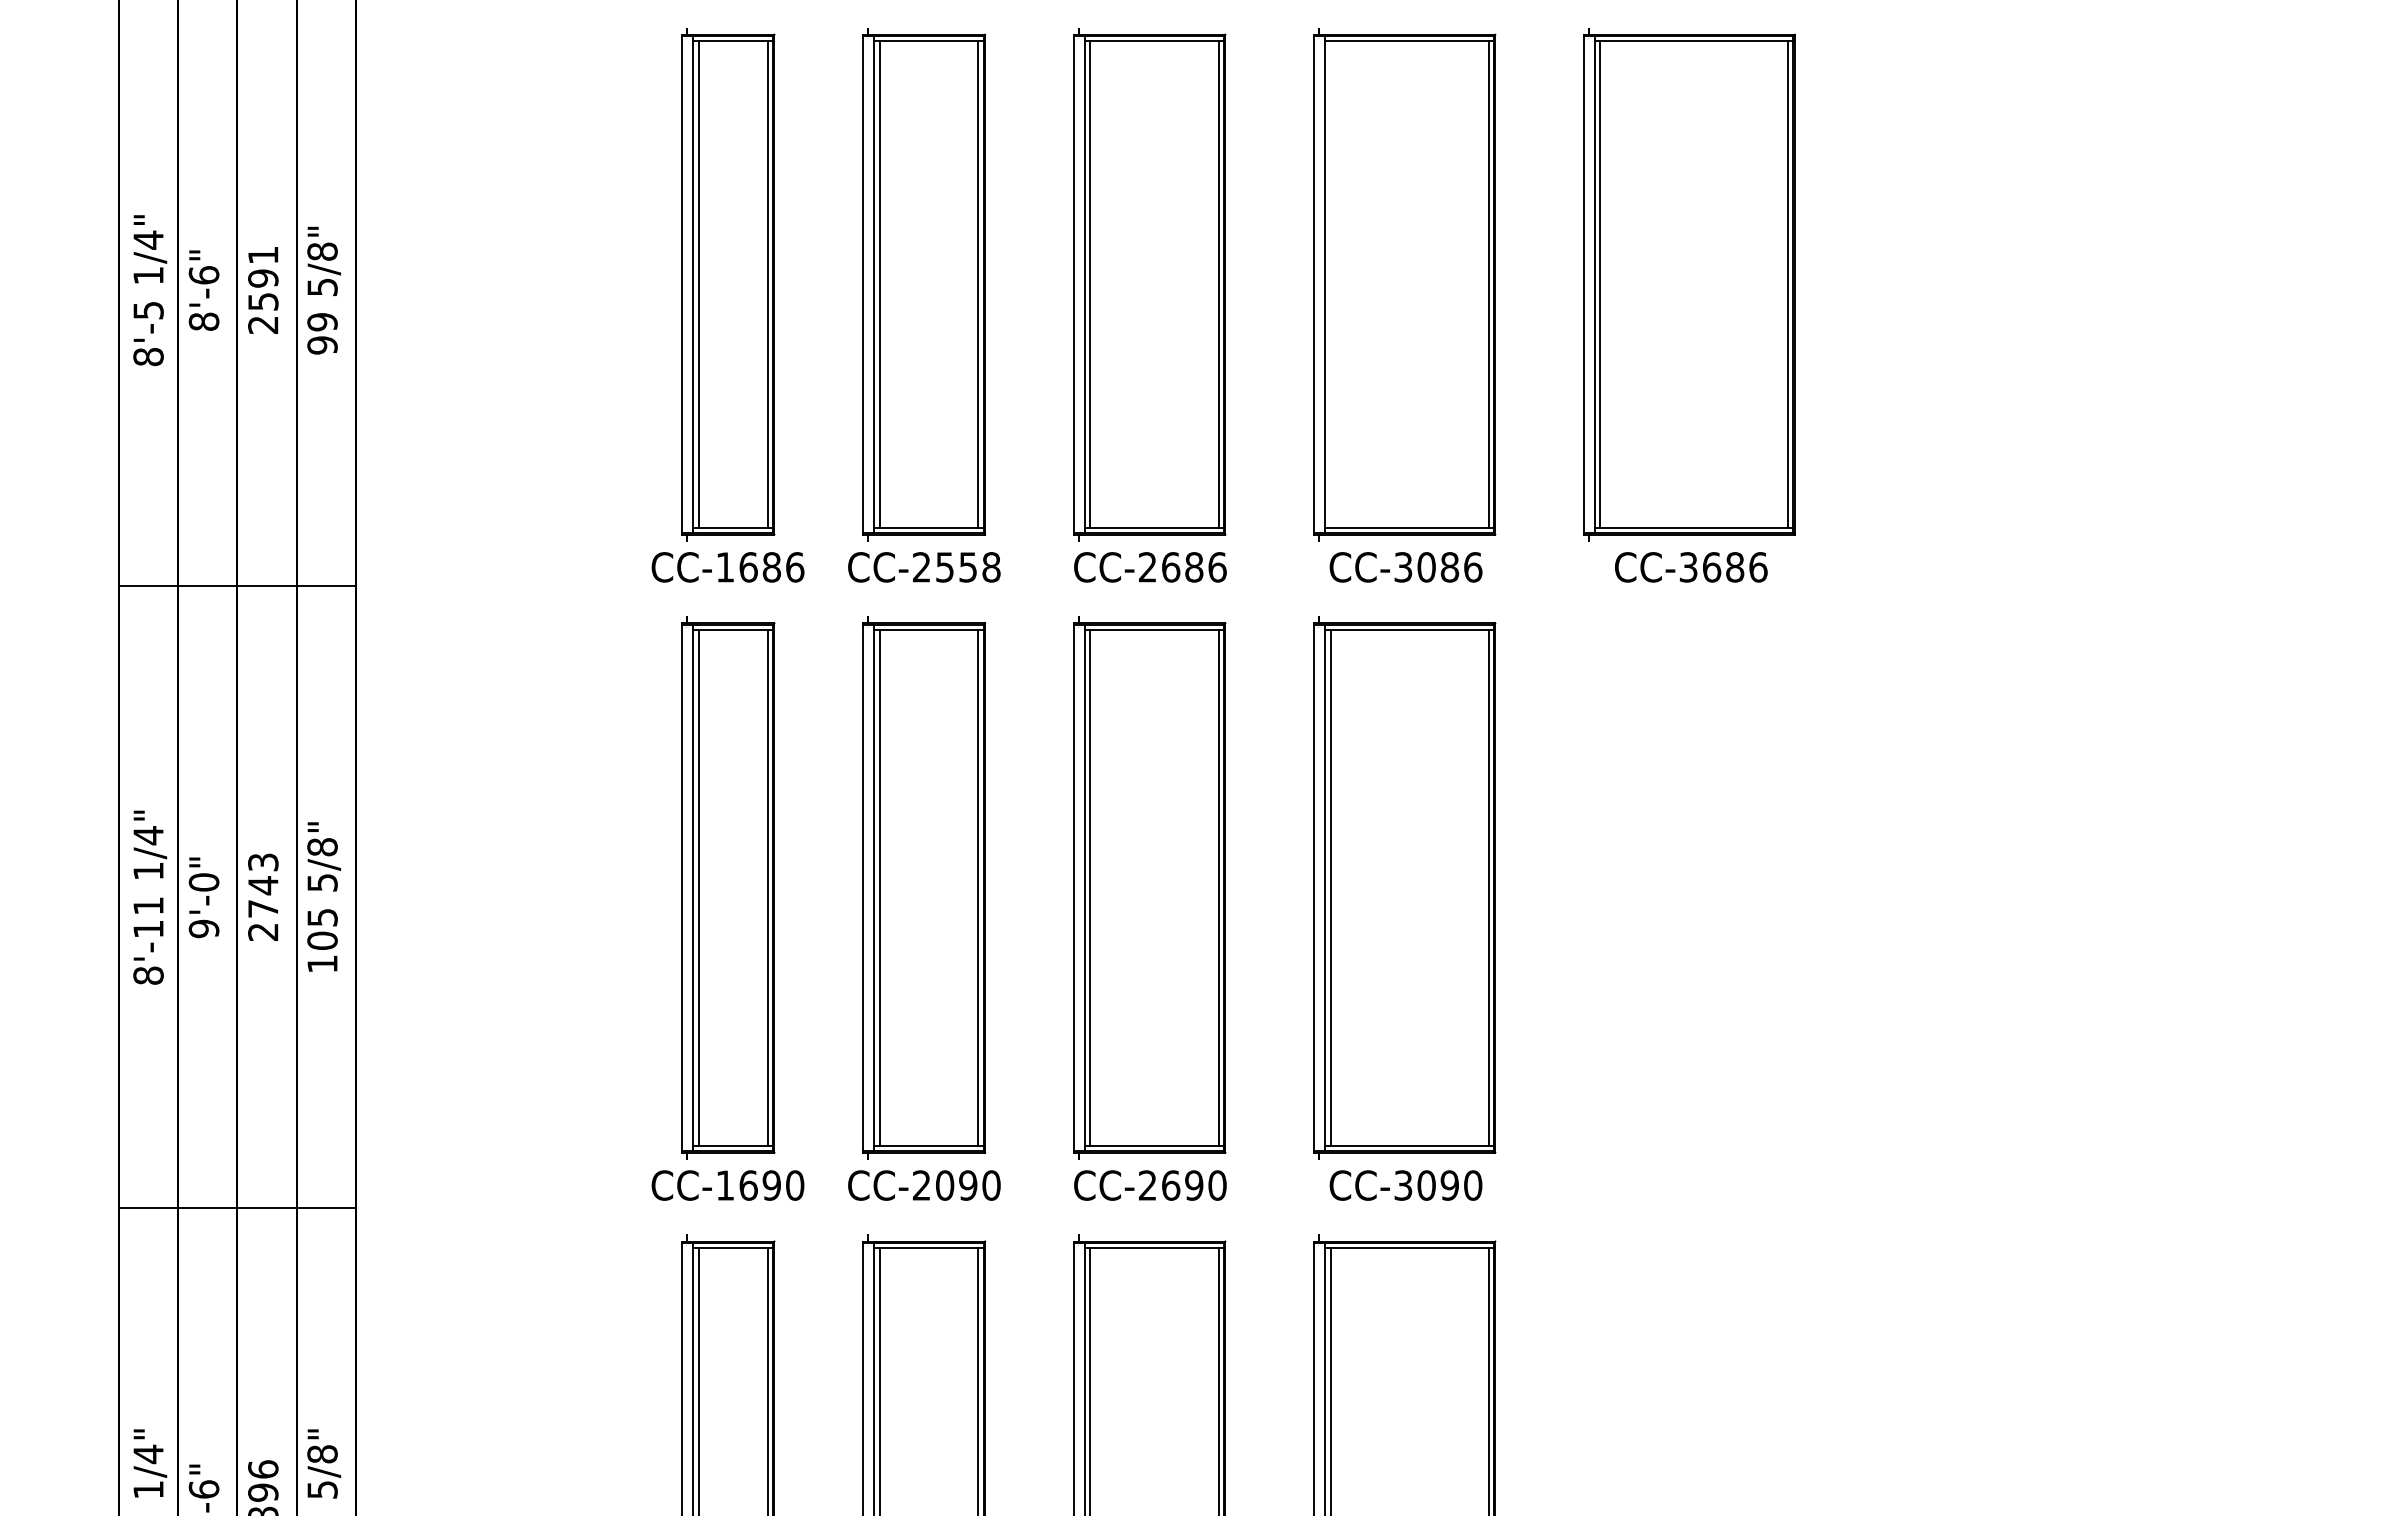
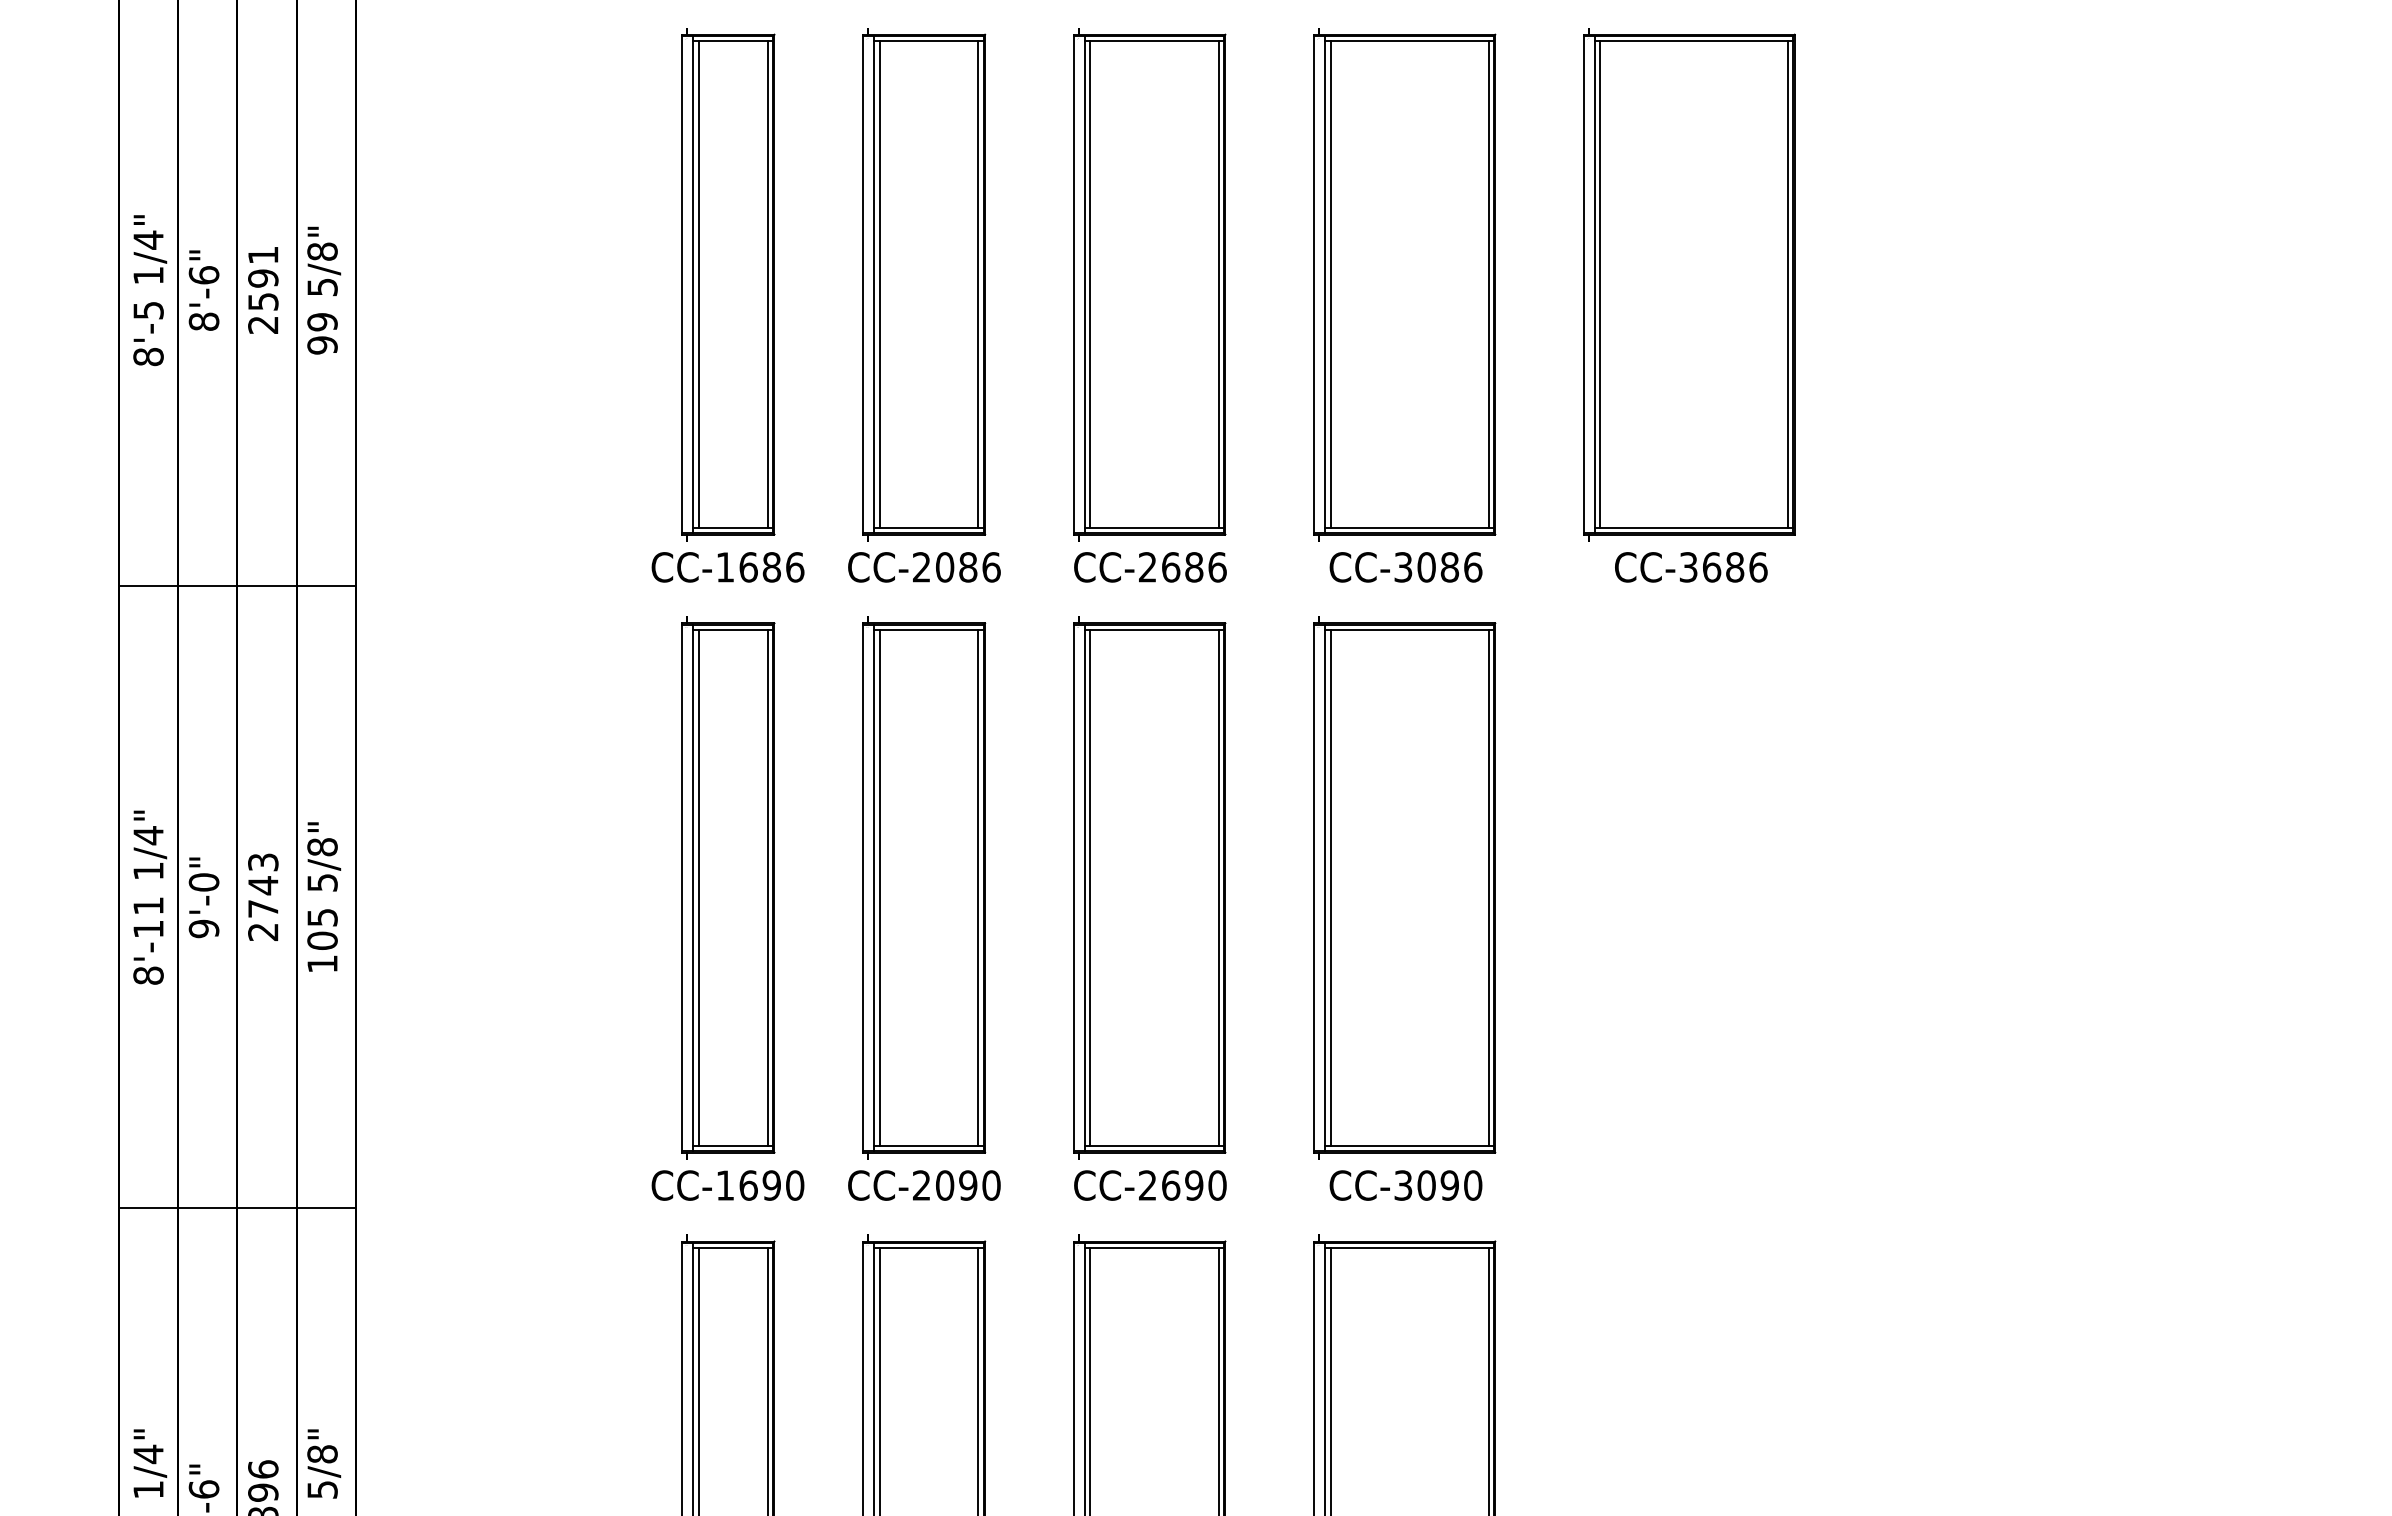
line at (1330, 284): none -> present
text at (968, 567): CC-2558 -> CC-2086
